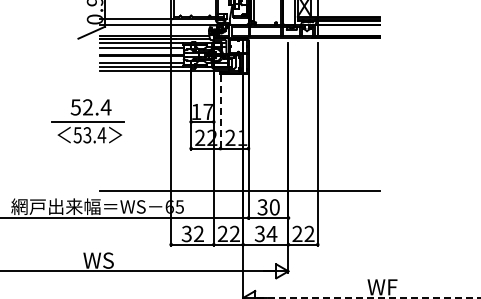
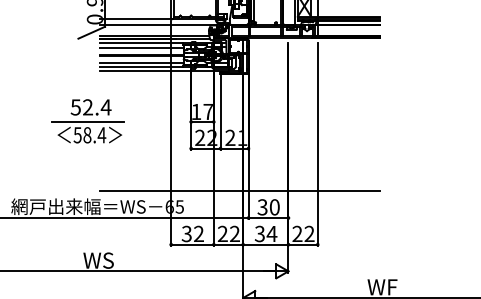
line at (220, 112): dashed -> solid
text at (87, 135): 53.4 -> 58.4
line at (368, 298): dashed -> solid
